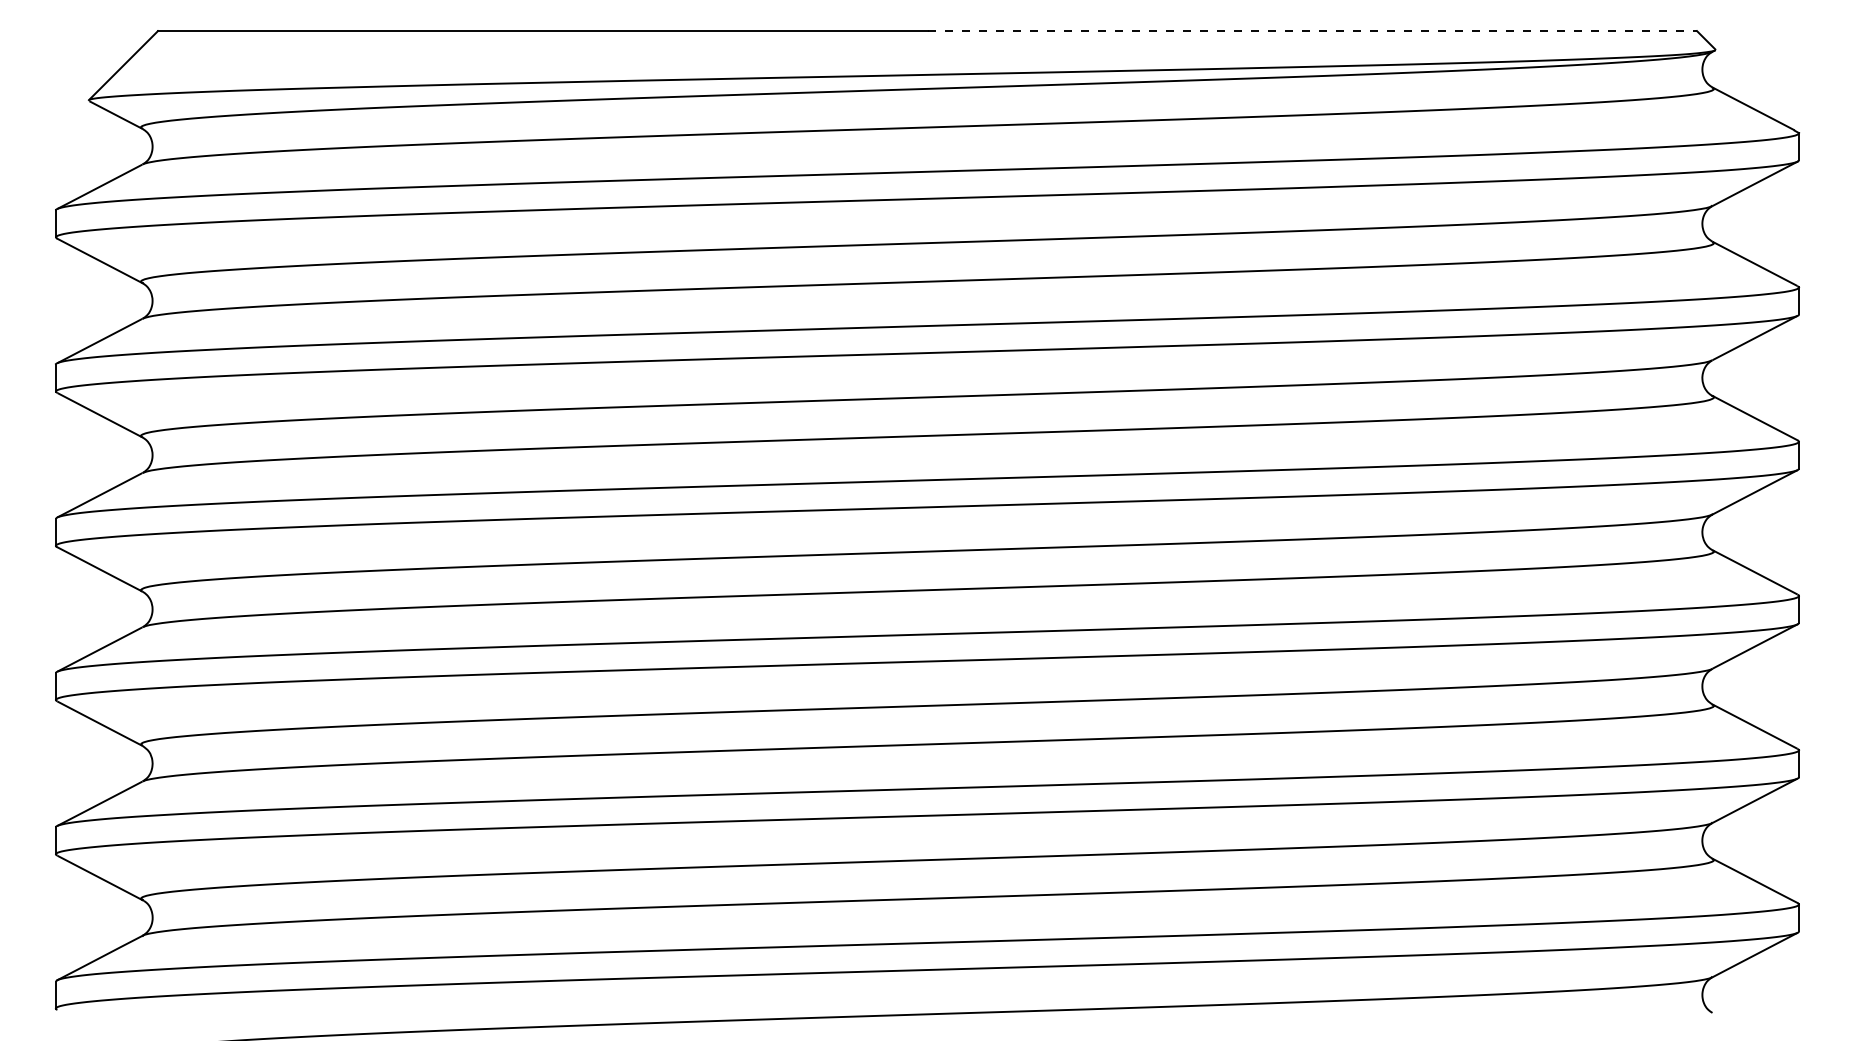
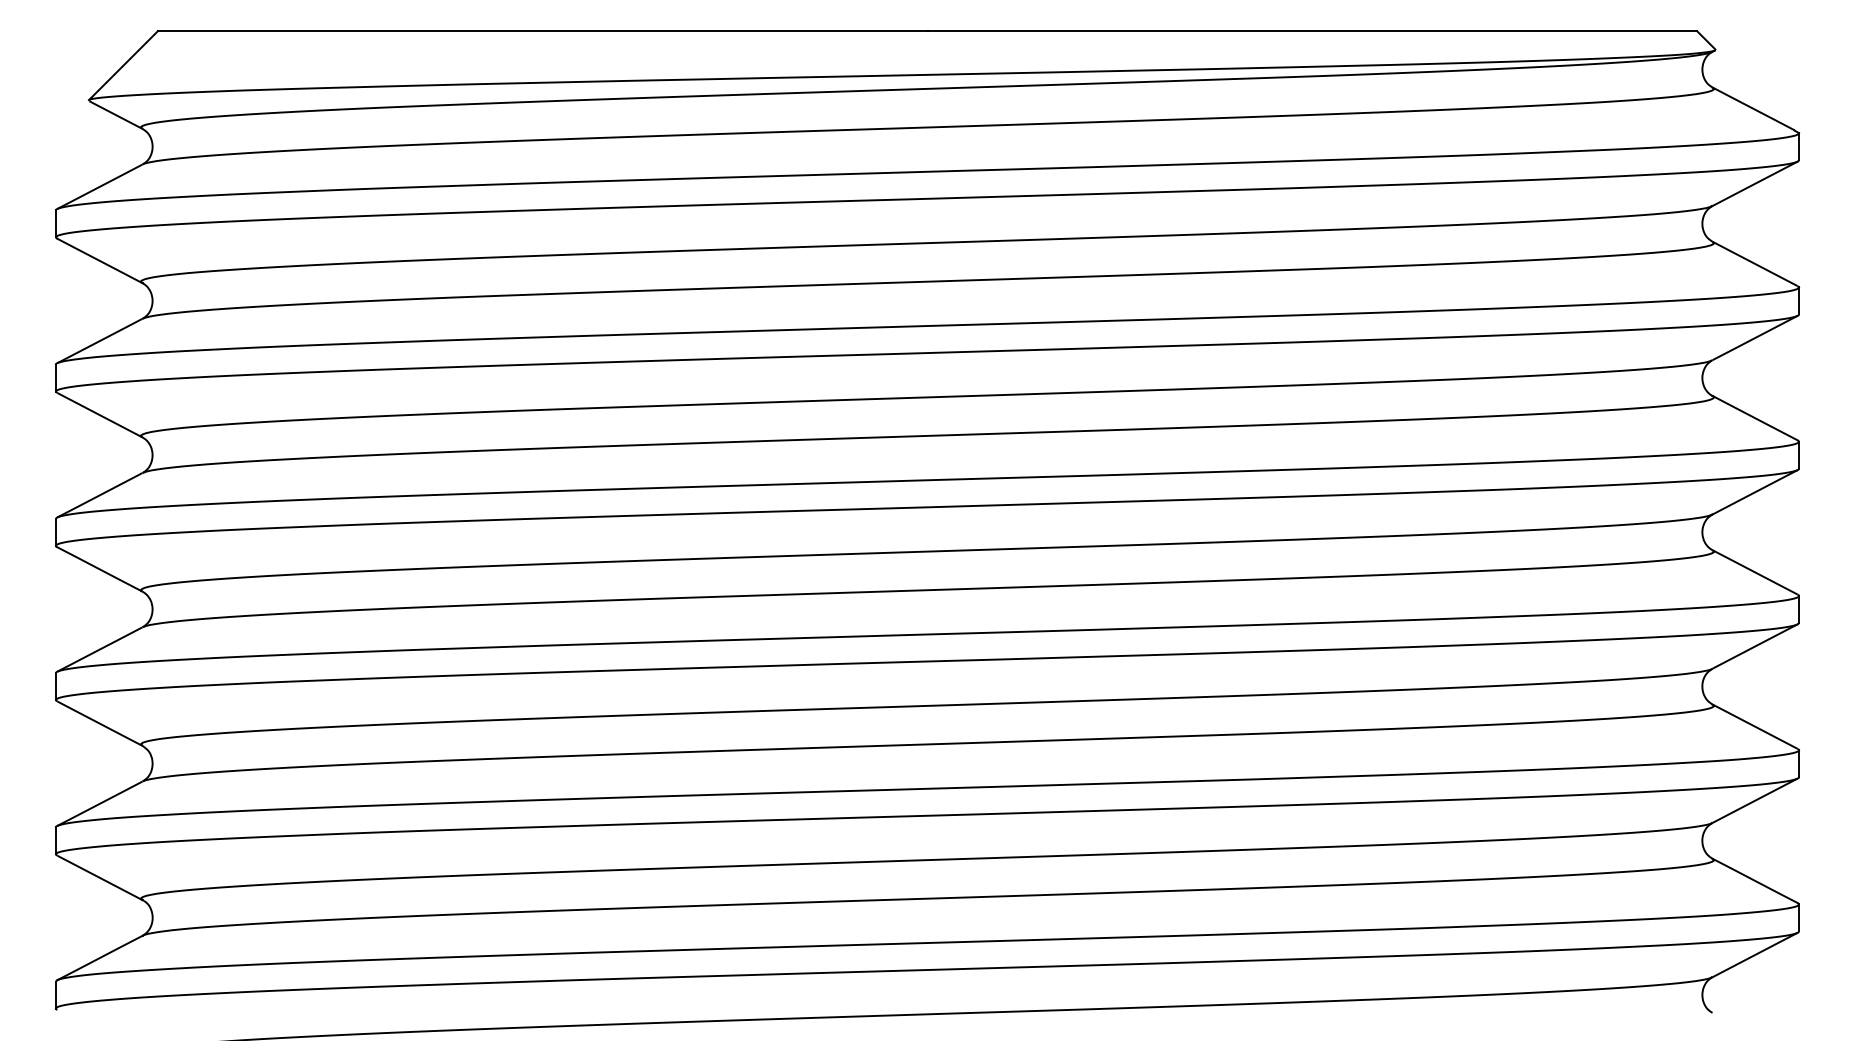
line at (1312, 31): dashed -> solid
